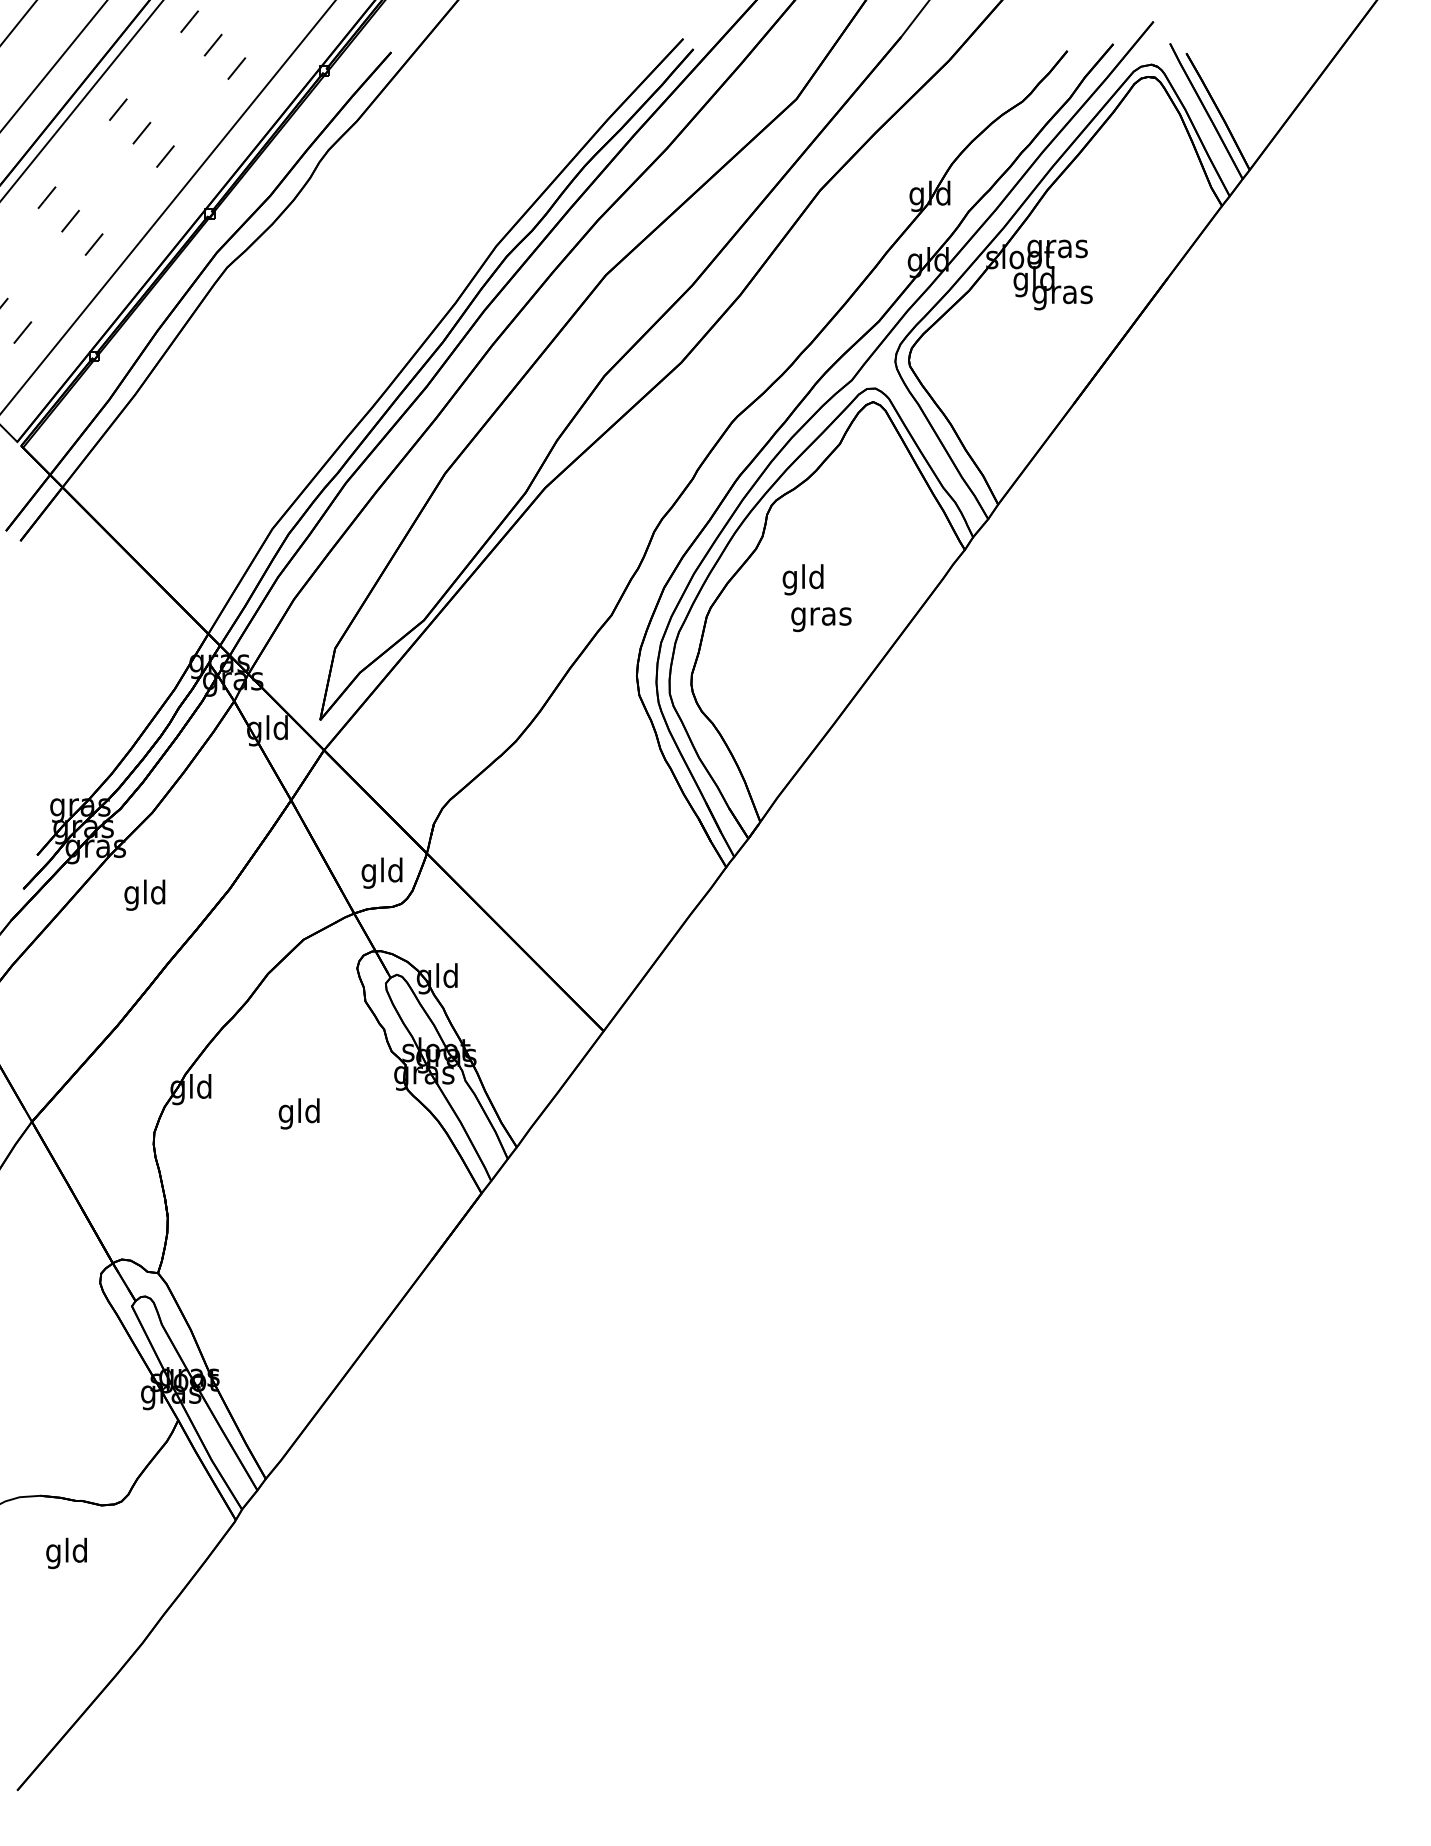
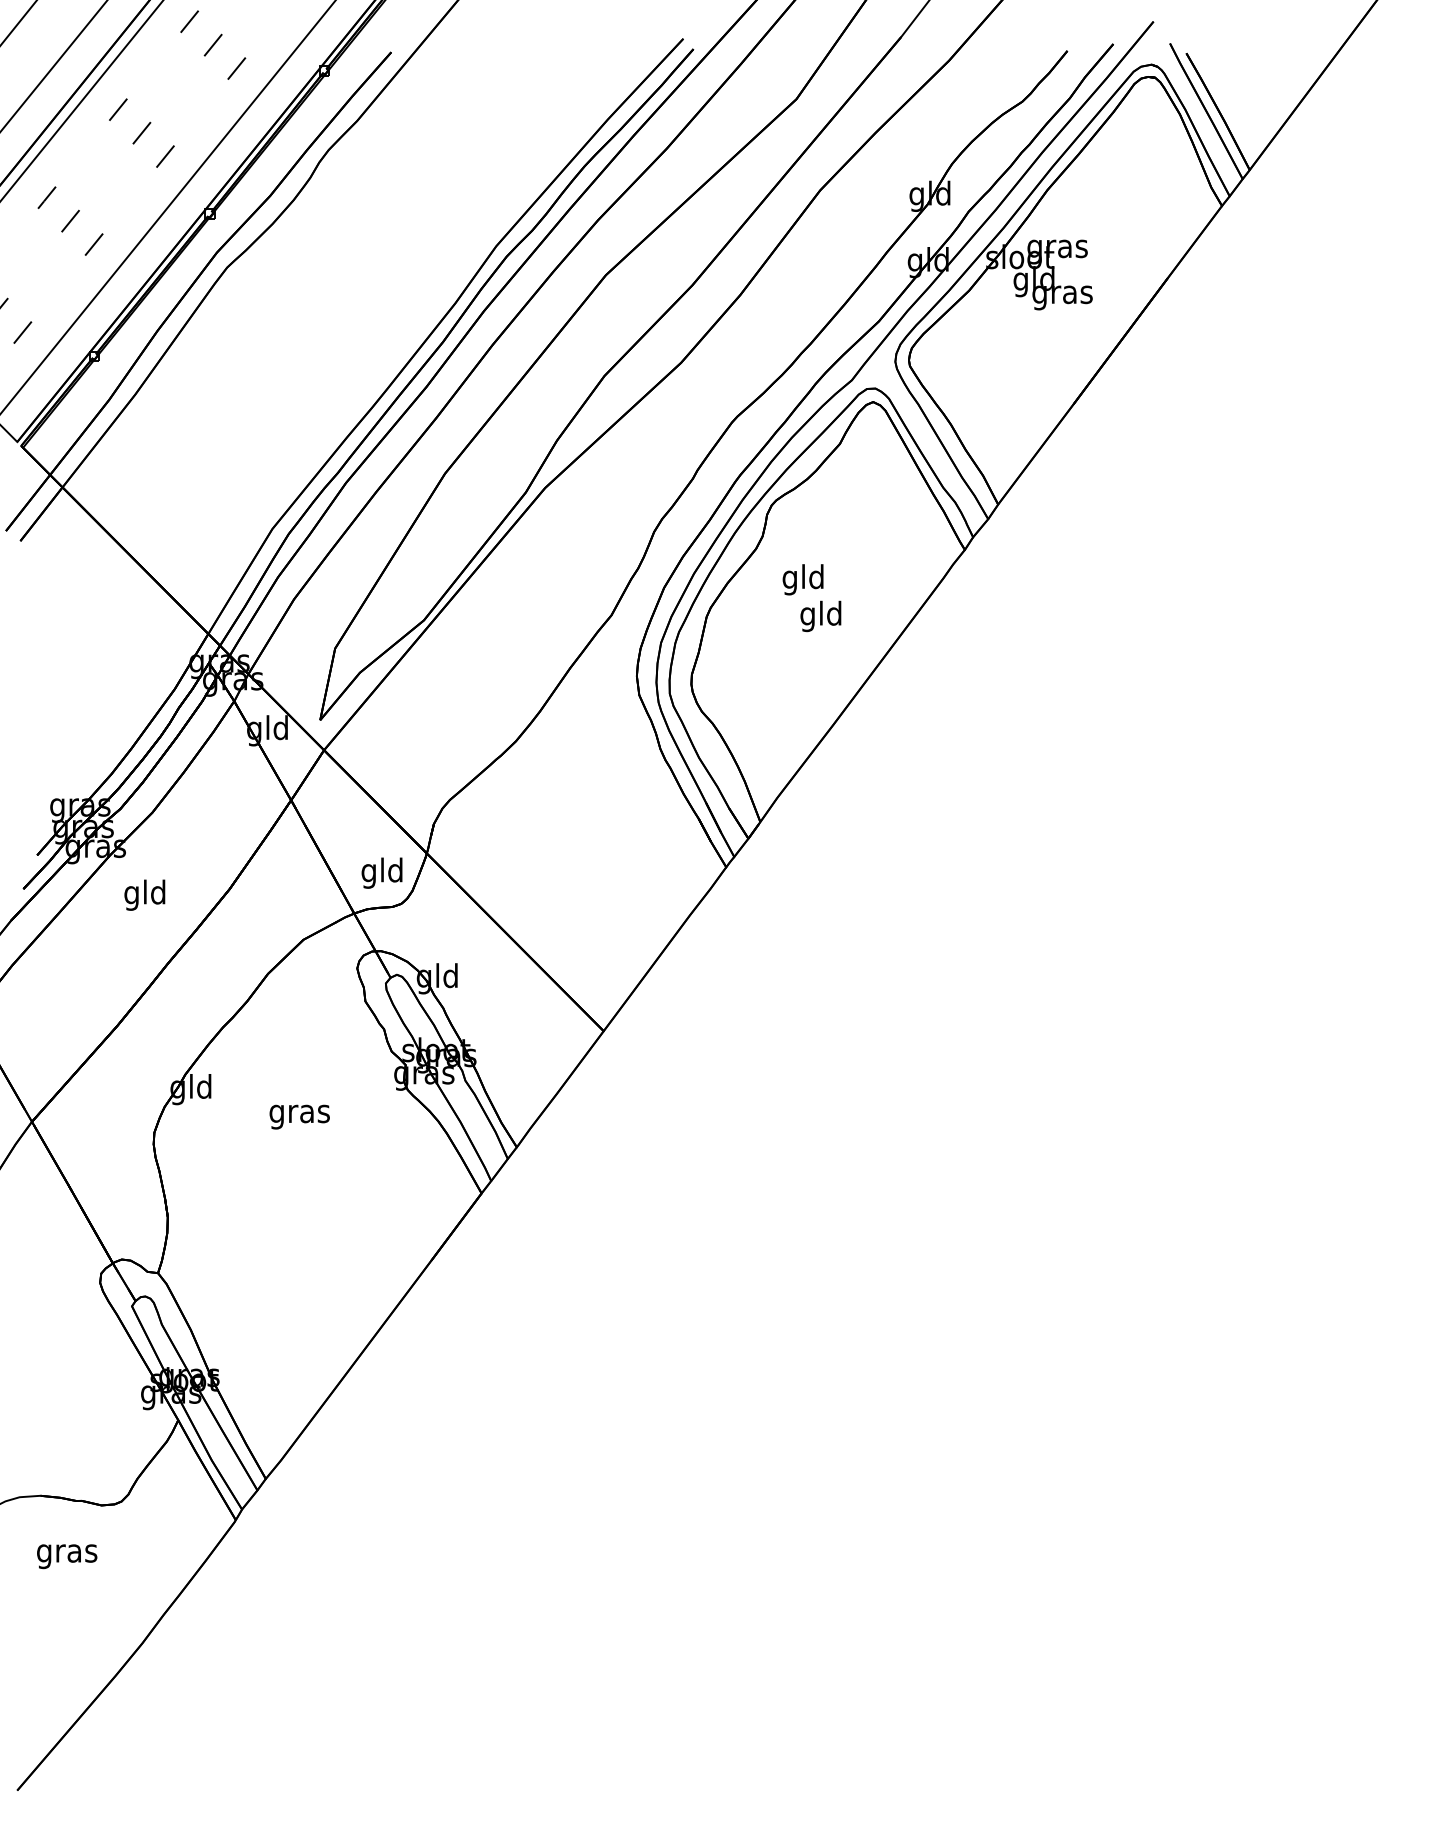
text at (821, 616): gras -> gld
text at (299, 1113): gld -> gras
text at (67, 1553): gld -> gras
